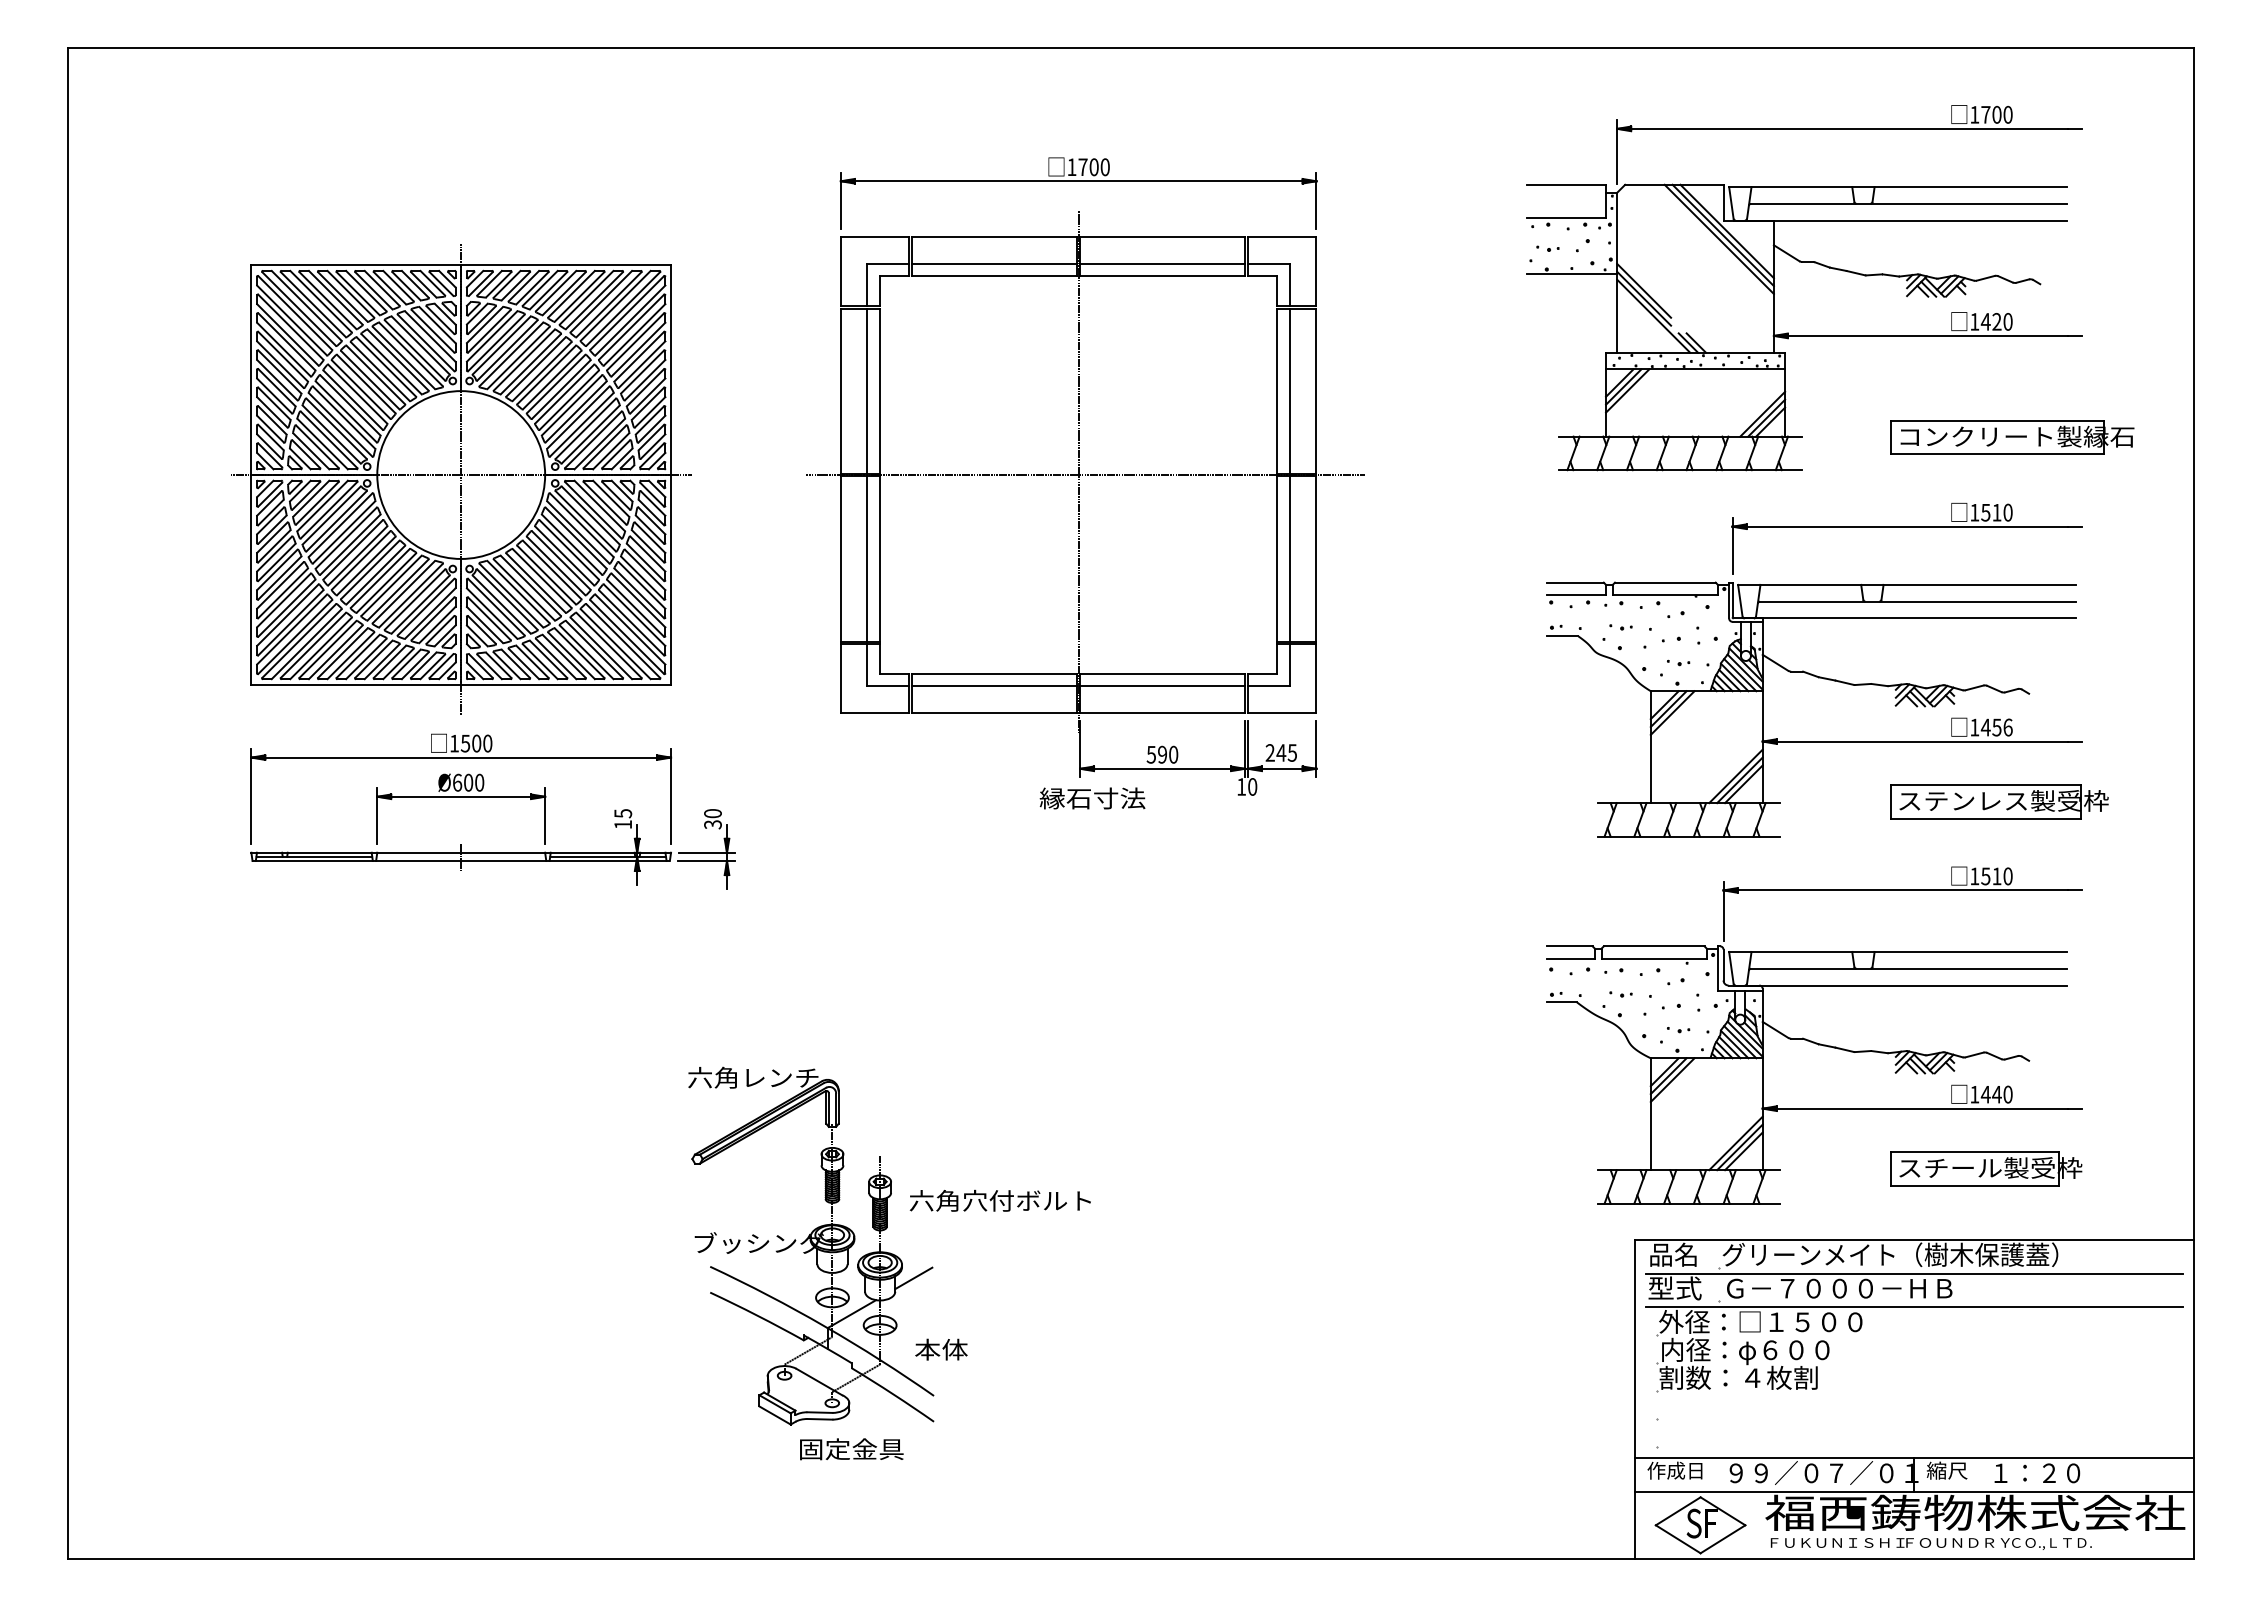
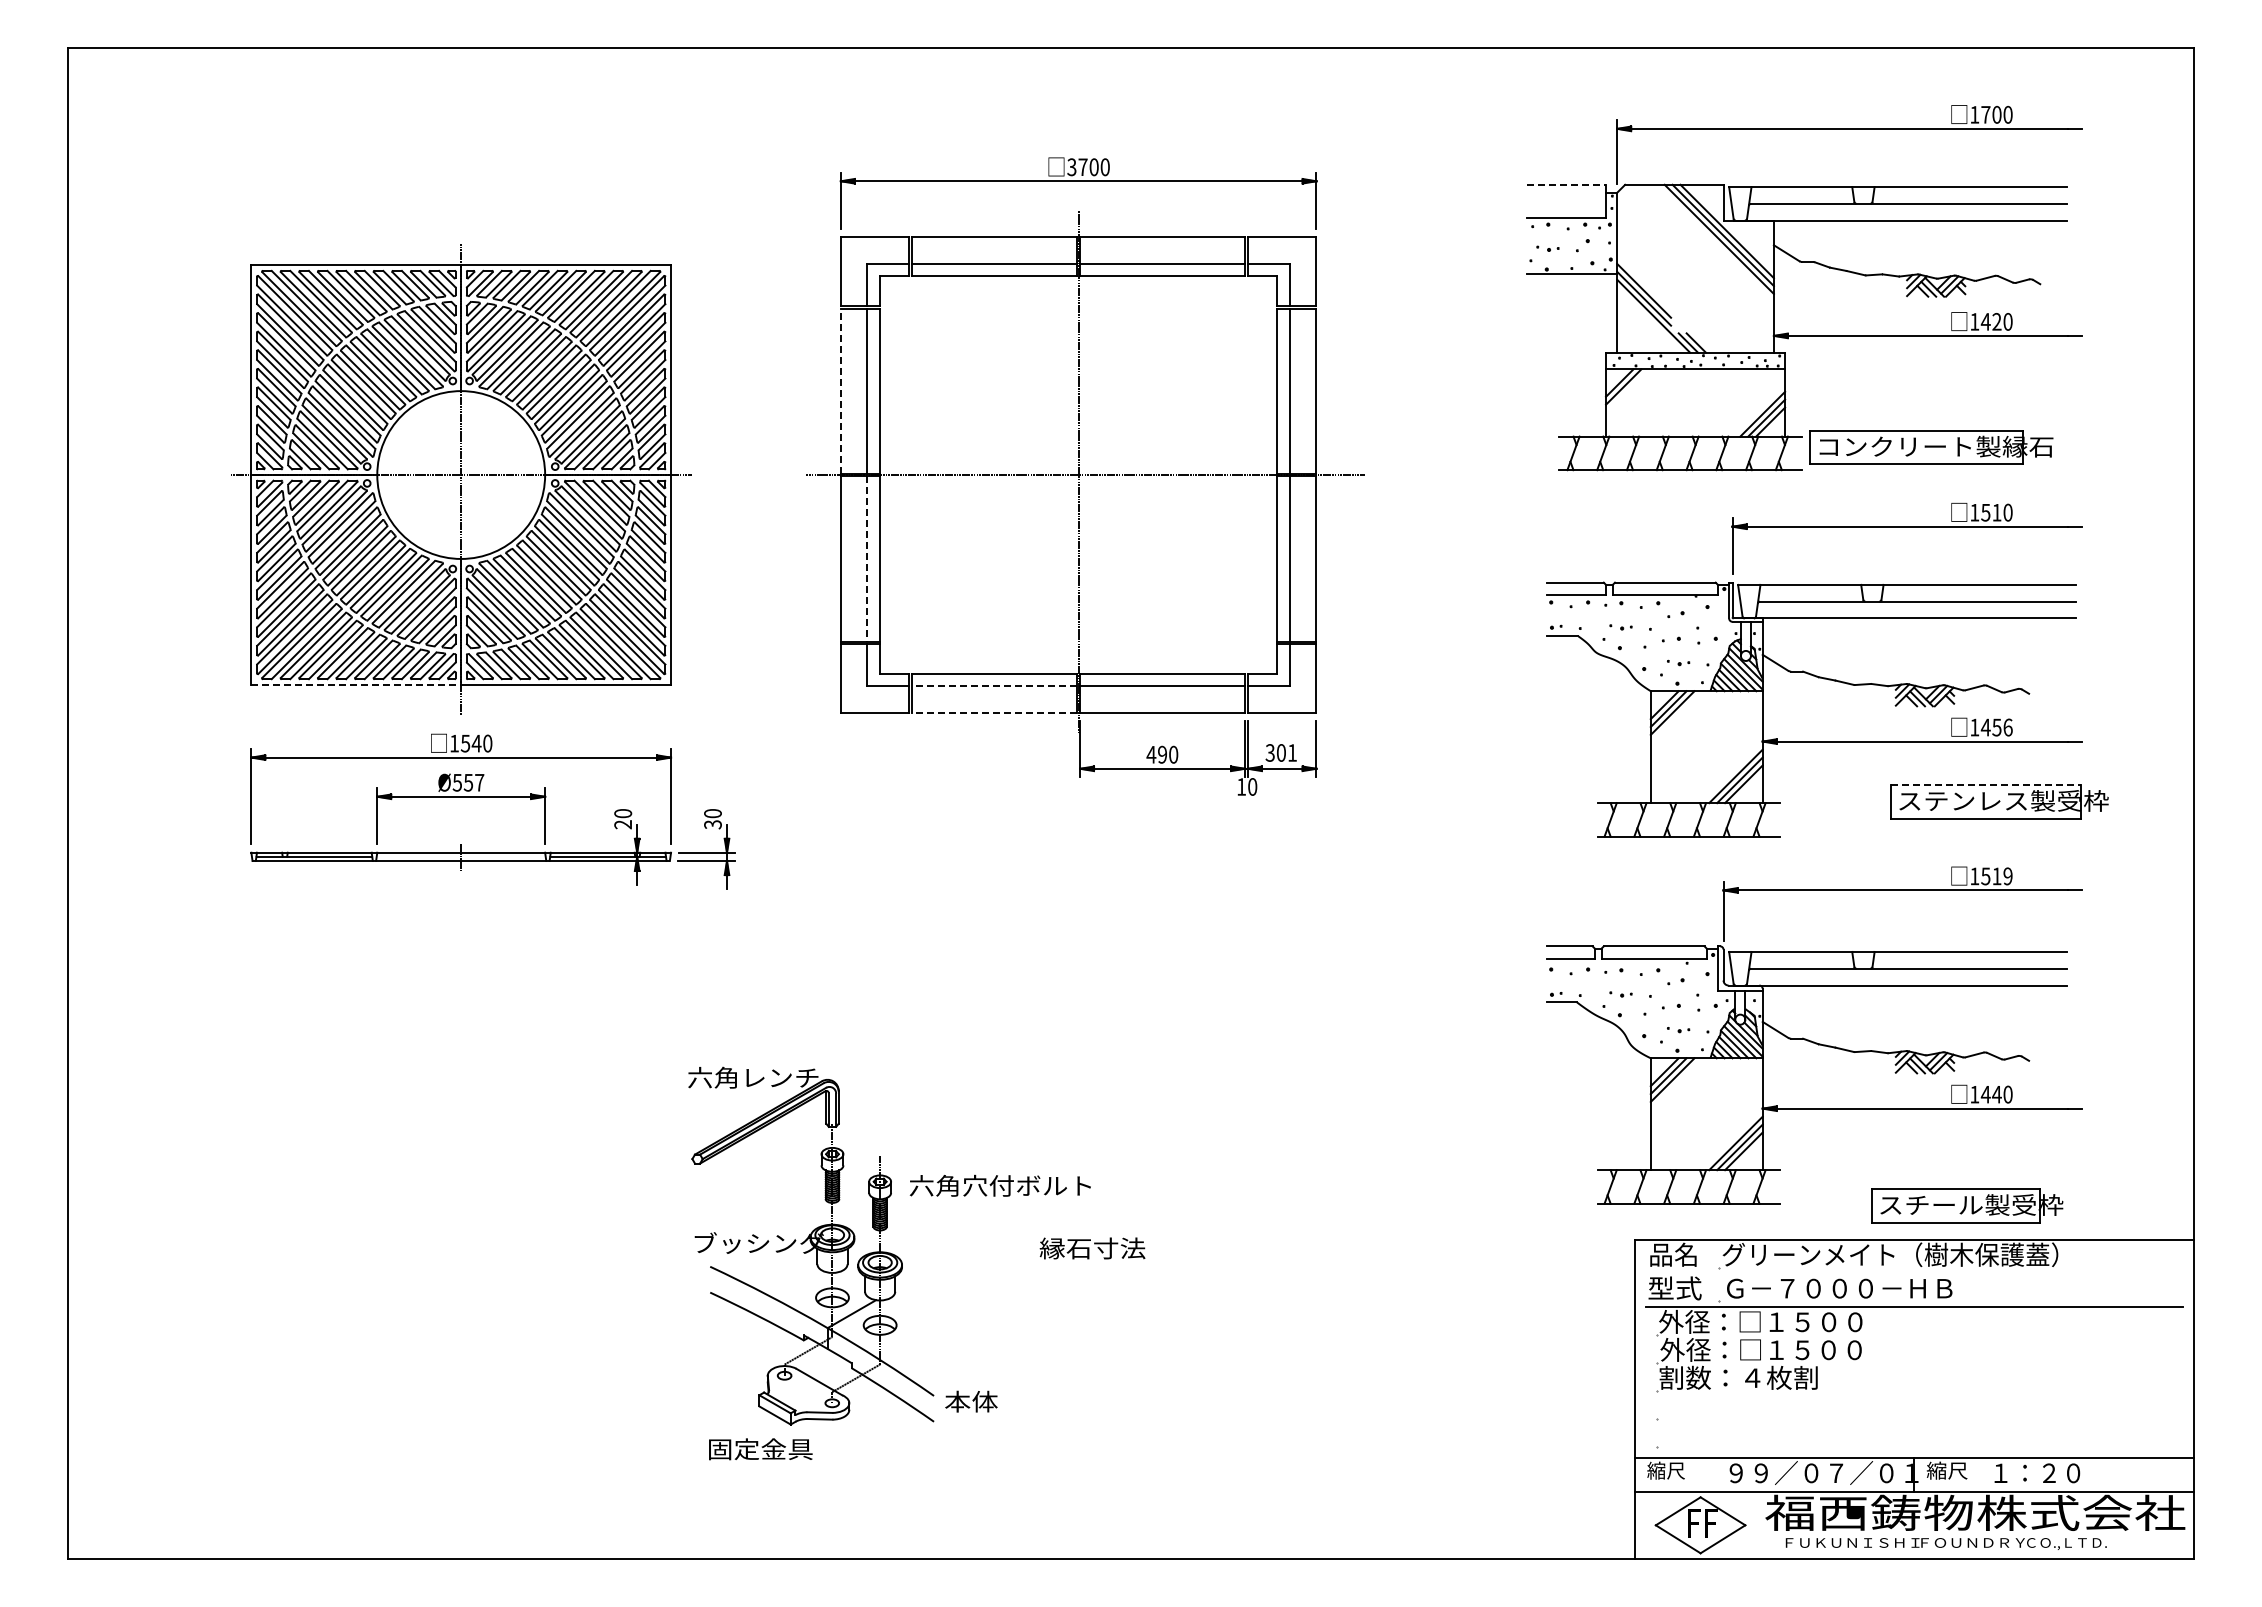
text at (1071, 167): 1700 -> 3700
line at (1566, 184): solid -> dashed
line at (1627, 390): present -> none
line at (840, 391): solid -> dashed
part at (2012, 437) position: (2012, 437) -> (1931, 447)
line at (867, 558): solid -> dashed
line at (356, 684): solid -> dashed
line at (994, 686): solid -> dashed
line at (994, 712): solid -> dashed
text at (476, 743): 1500 -> 1540
text at (1280, 752): 245 -> 301
text at (1151, 754): 590 -> 490
text at (468, 782): Ø600 -> Ø557
line at (1986, 785): solid -> dashed
text at (1092, 798) position: (1092, 798) -> (1092, 1248)
text at (622, 819): 15 -> 20
text at (2007, 876): 1510 -> 1519
part at (1986, 1168) position: (1986, 1168) -> (1967, 1205)
text at (999, 1200) position: (999, 1200) -> (999, 1185)
line at (1913, 1273): present -> none
line at (913, 1278): present -> none
text at (941, 1349) position: (941, 1349) -> (971, 1401)
text at (1760, 1351): 内径：φ６００ -> 外径：□１５００
text at (851, 1449) position: (851, 1449) -> (760, 1449)
text at (1674, 1470): 作成日 -> 縮尺
text at (1693, 1523): S -> F
text at (1930, 1543) position: (1930, 1543) -> (1945, 1543)
